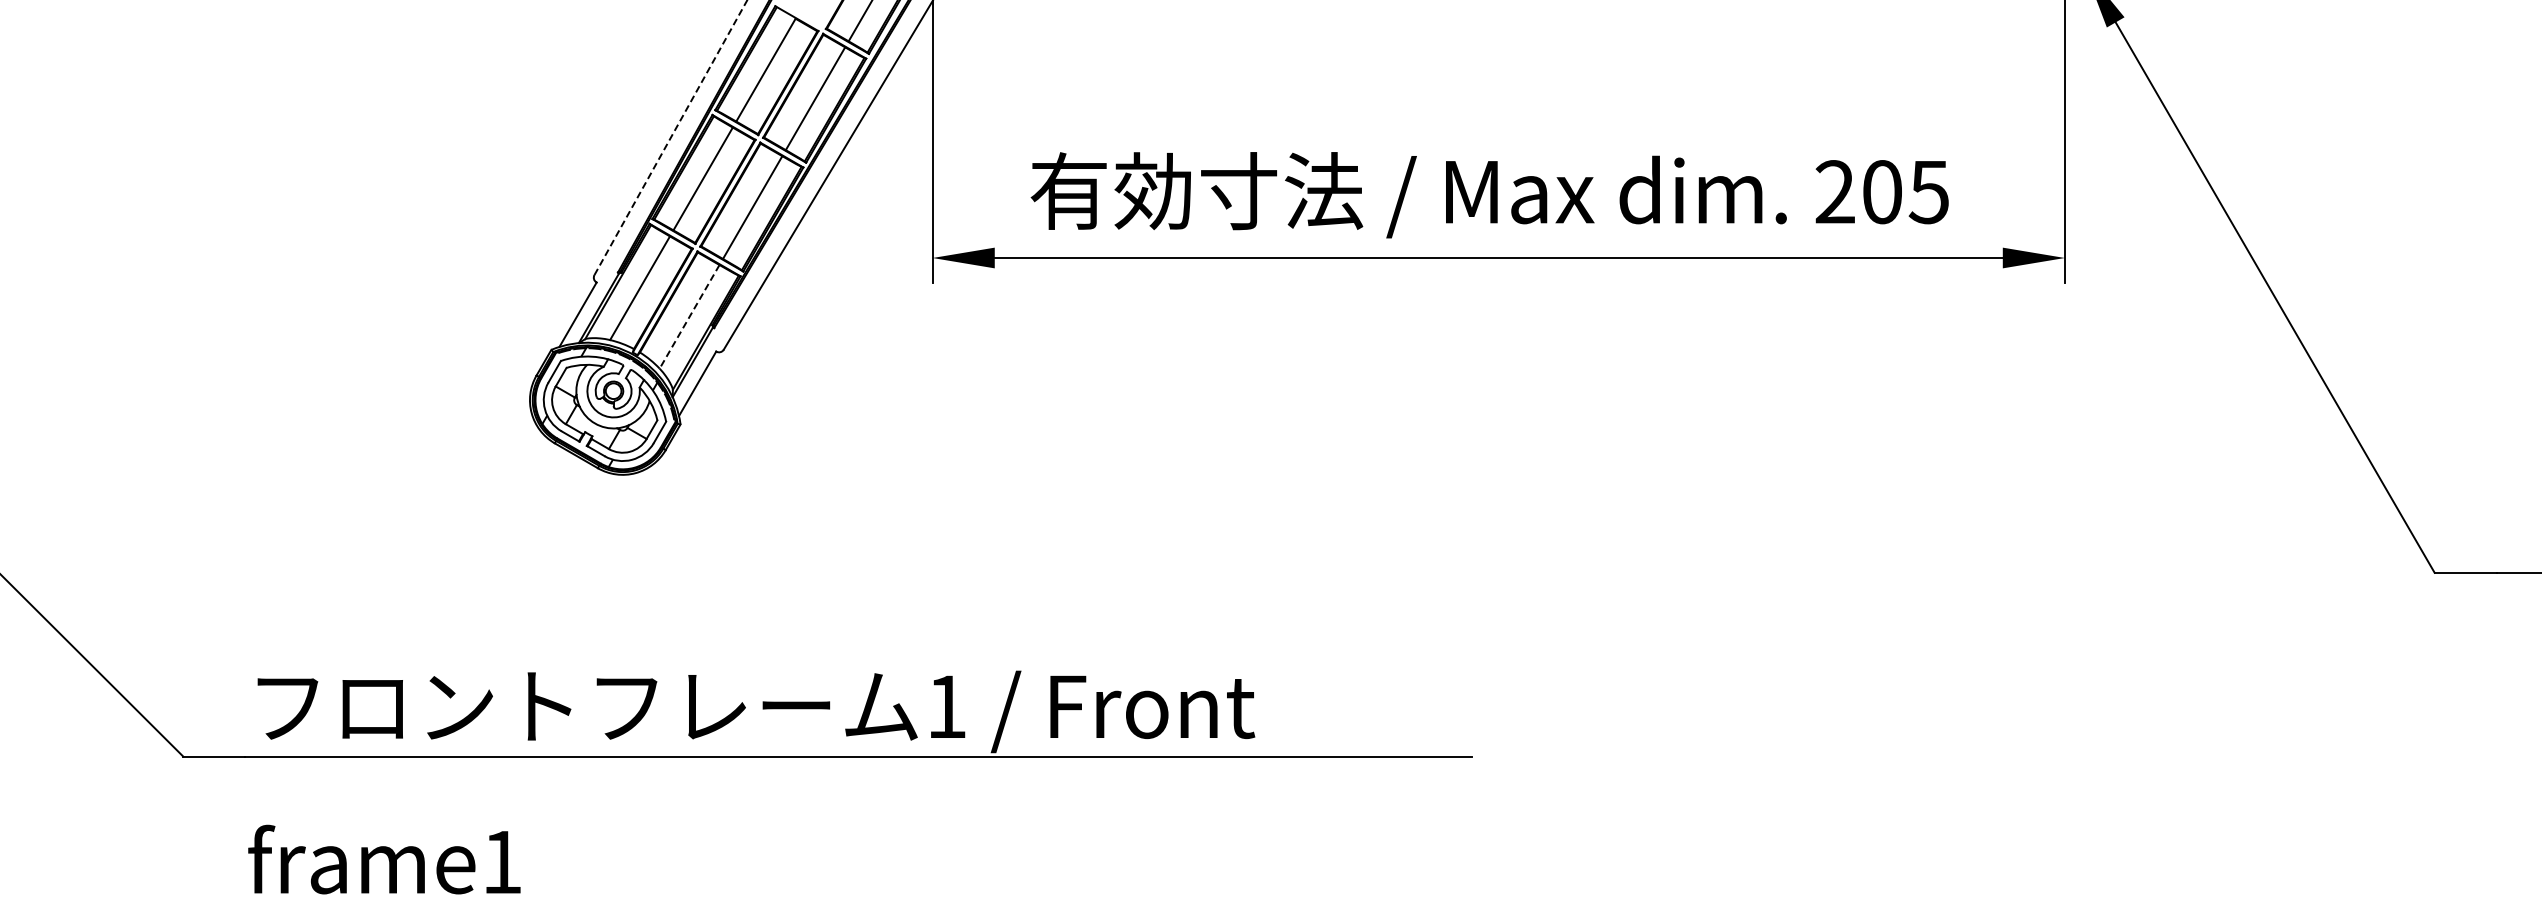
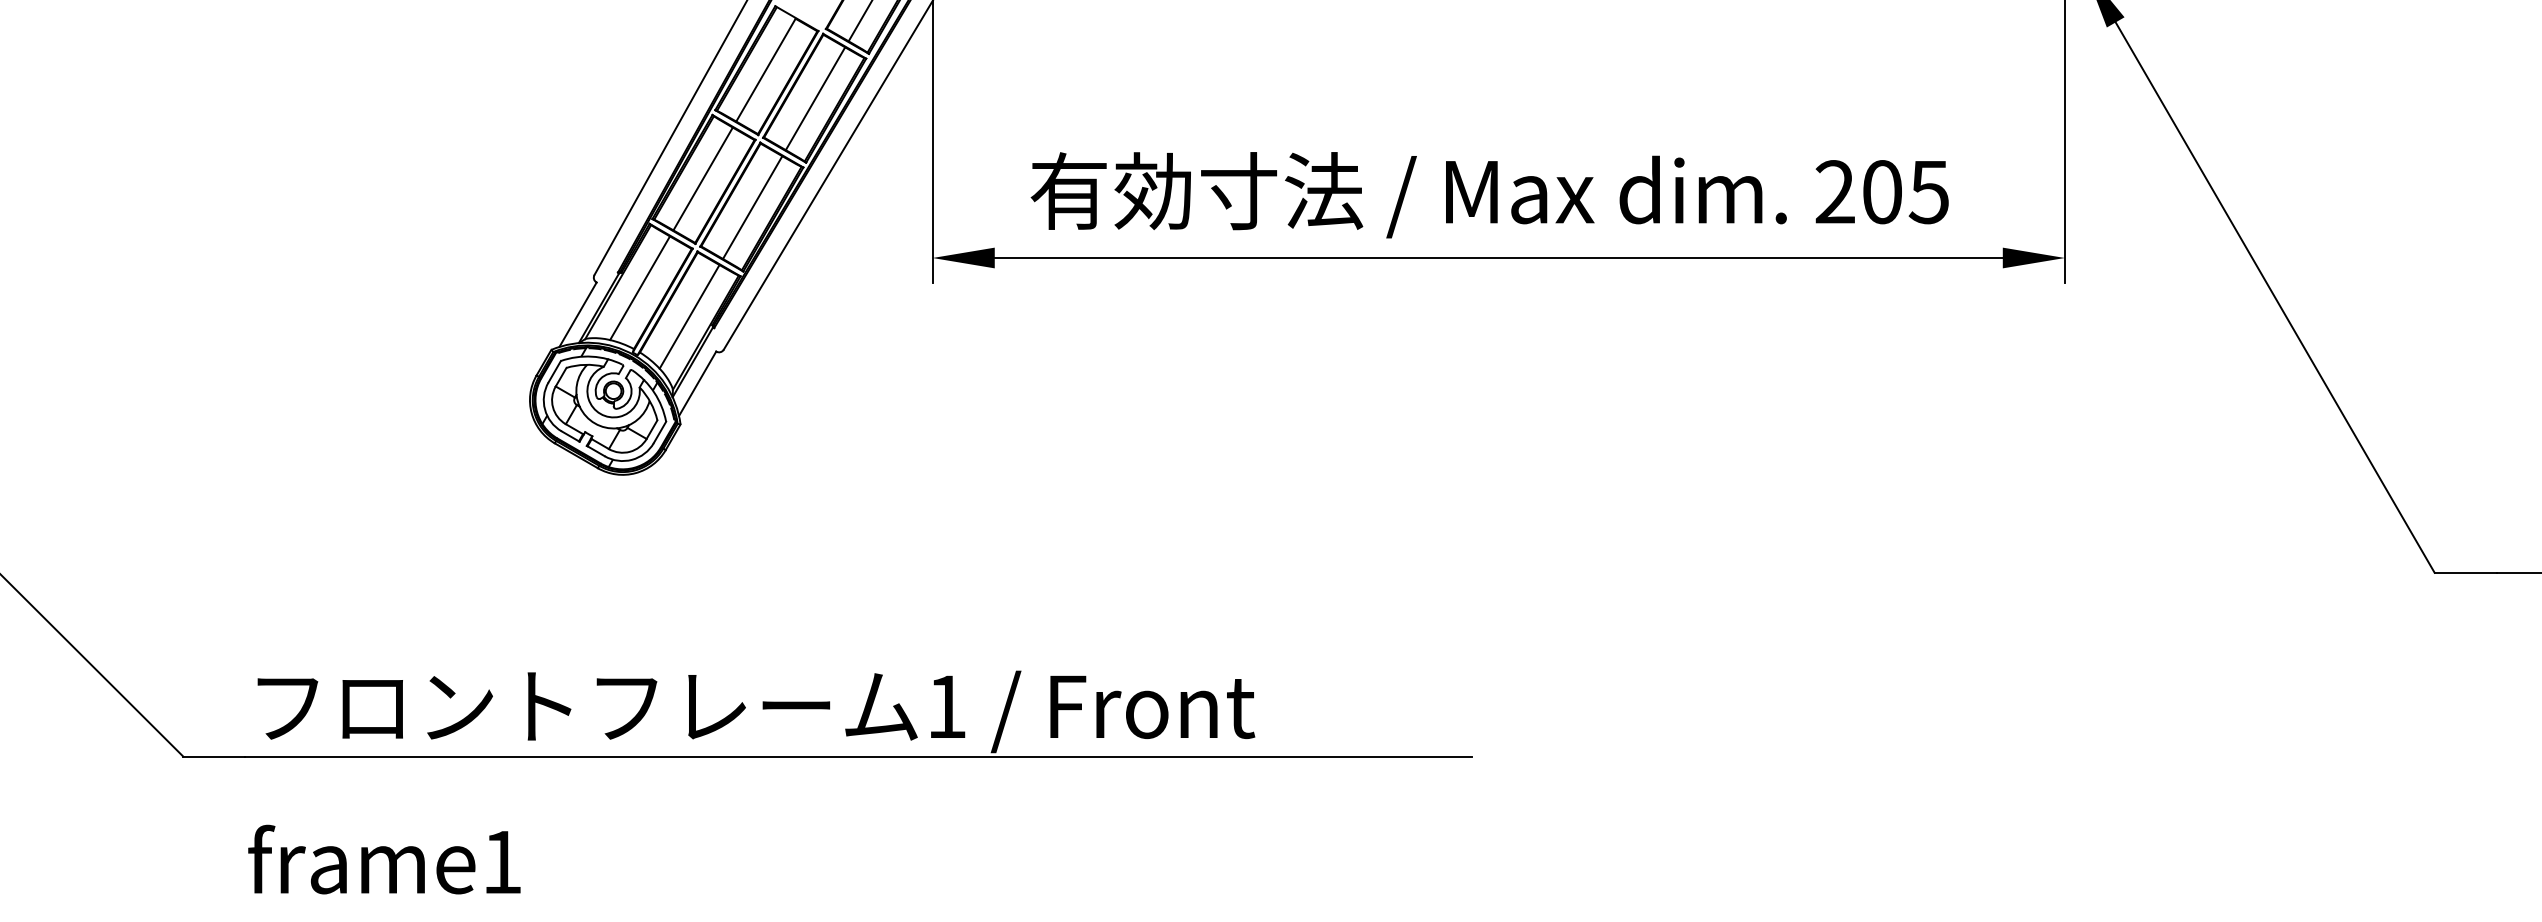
line at (671, 137): dashed -> solid
line at (689, 316): dashed -> solid
